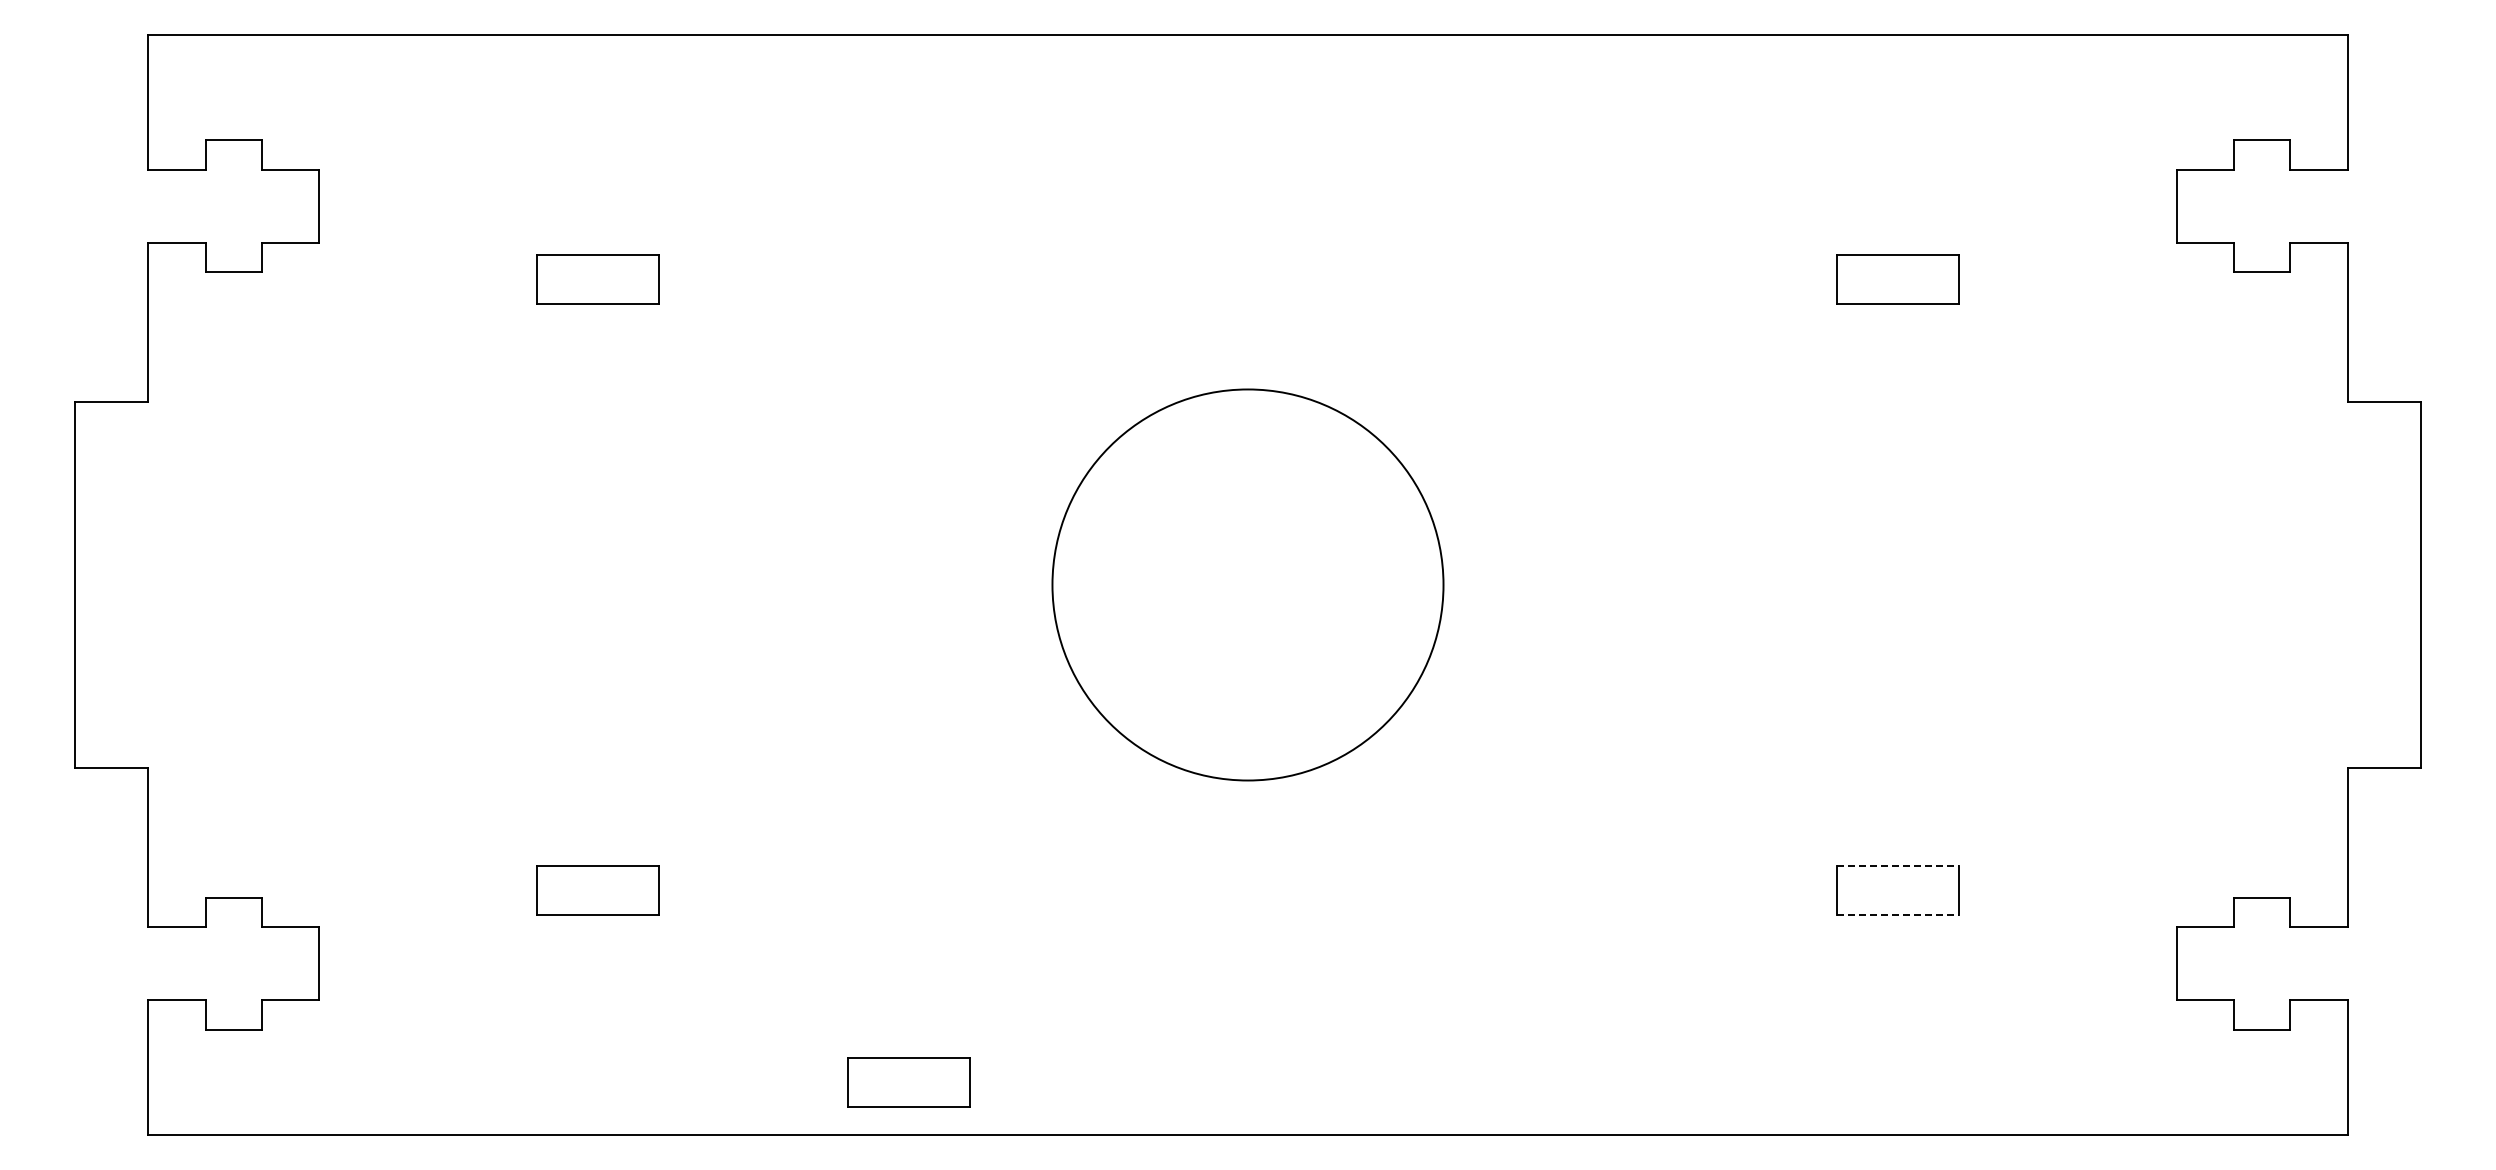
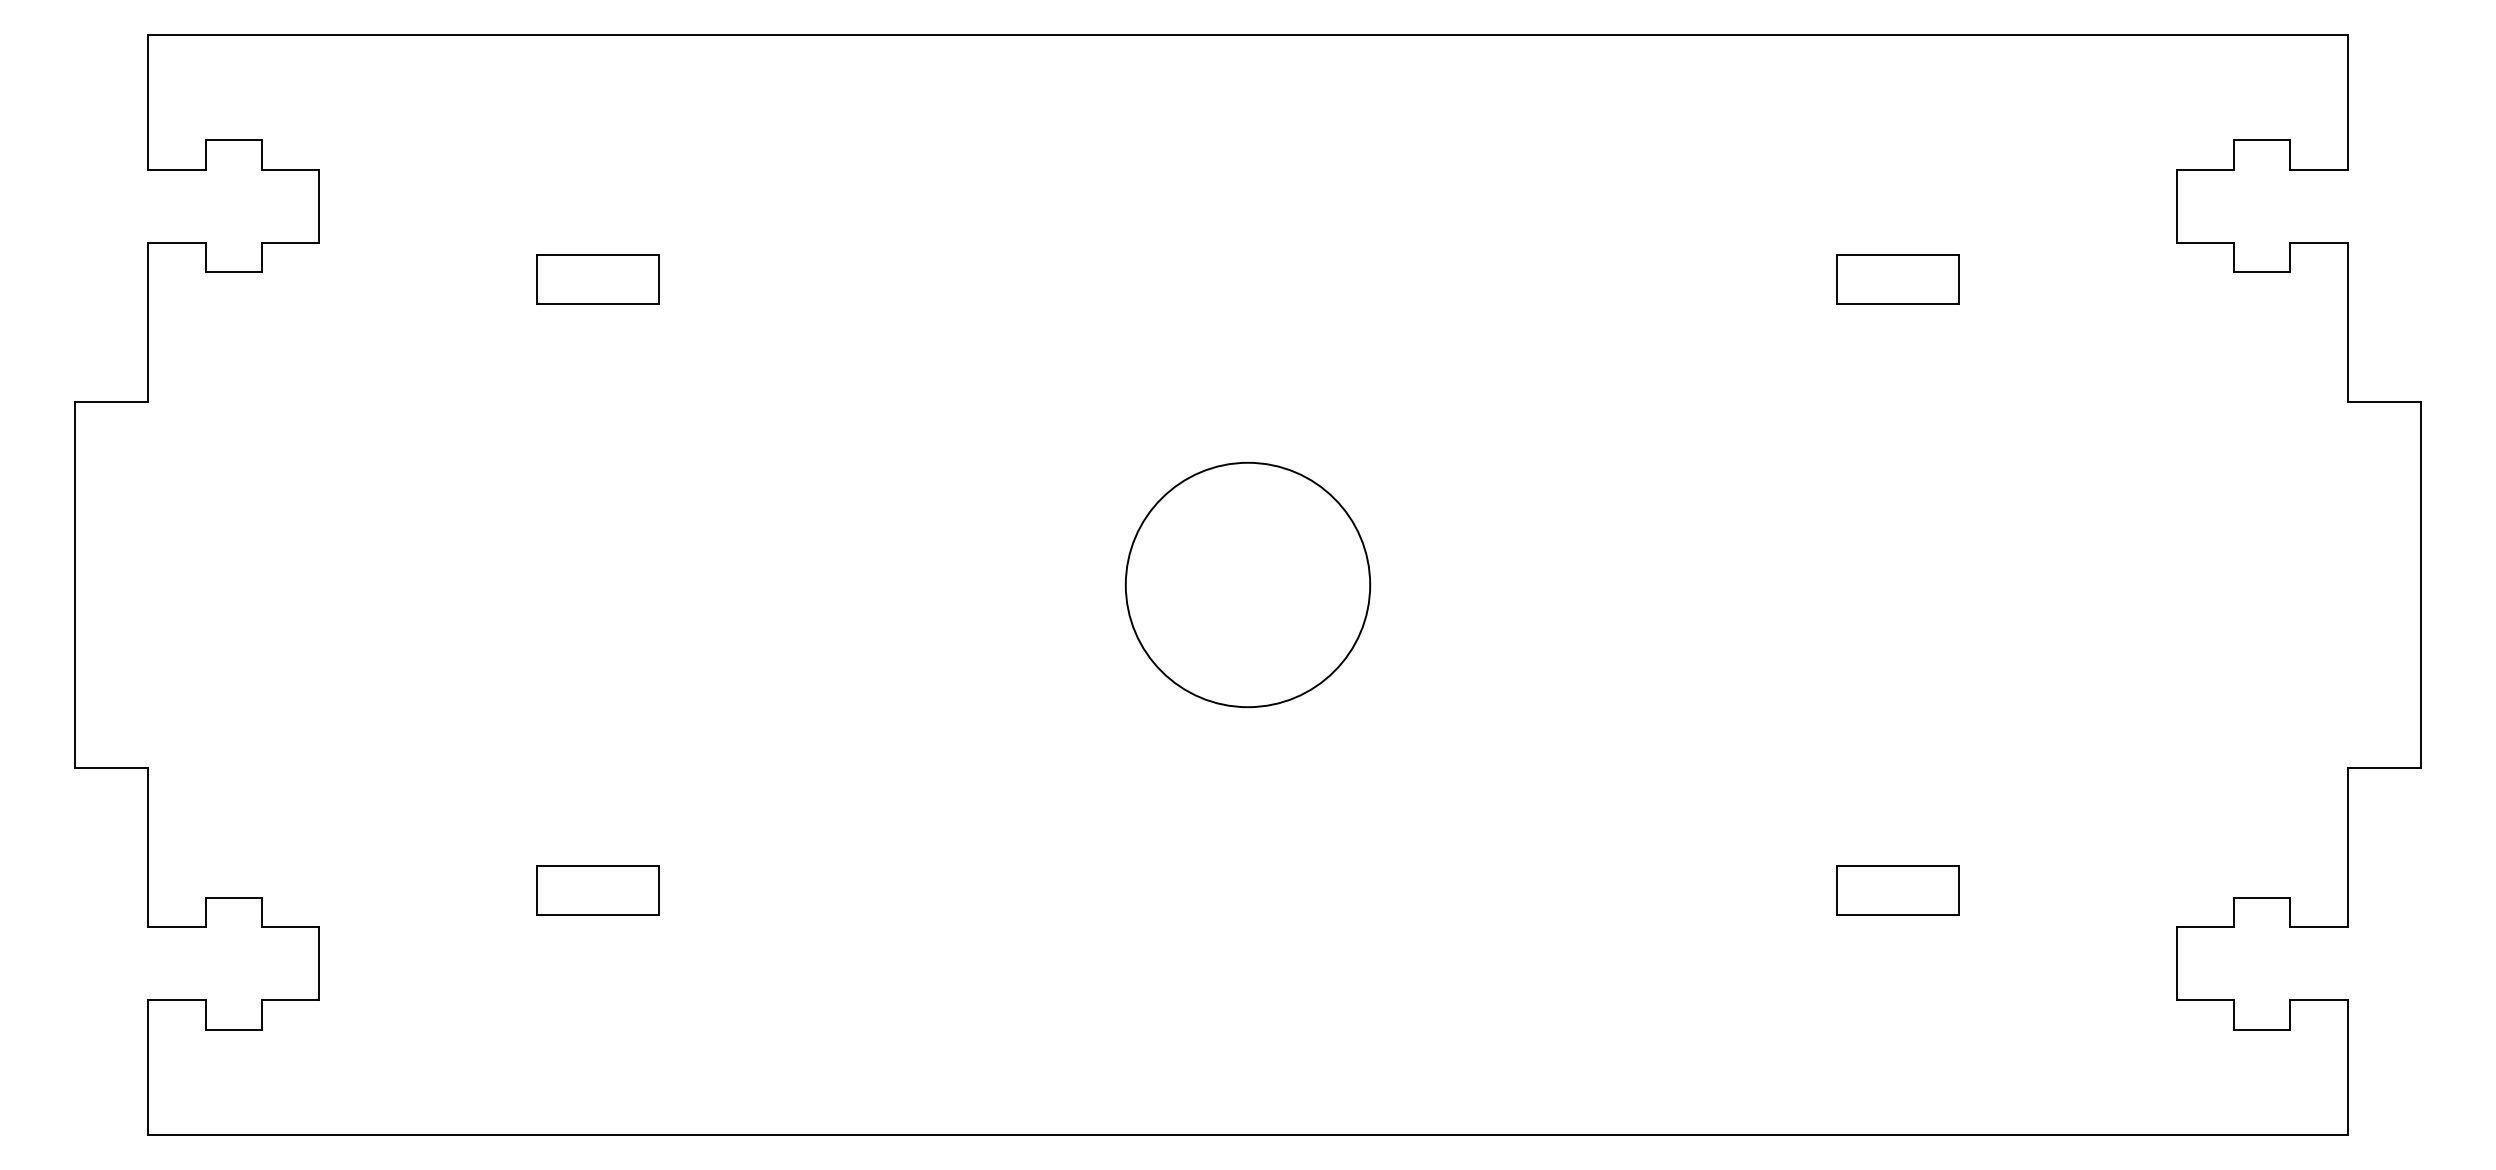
circle at (1247, 584) diameter: 391 px -> 244 px
line at (1898, 866): dashed -> solid
line at (1898, 914): dashed -> solid
part at (908, 1082): present -> none
